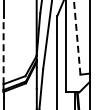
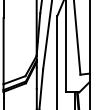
line at (77, 36): dashed -> solid
line at (3, 50): dashed -> solid
